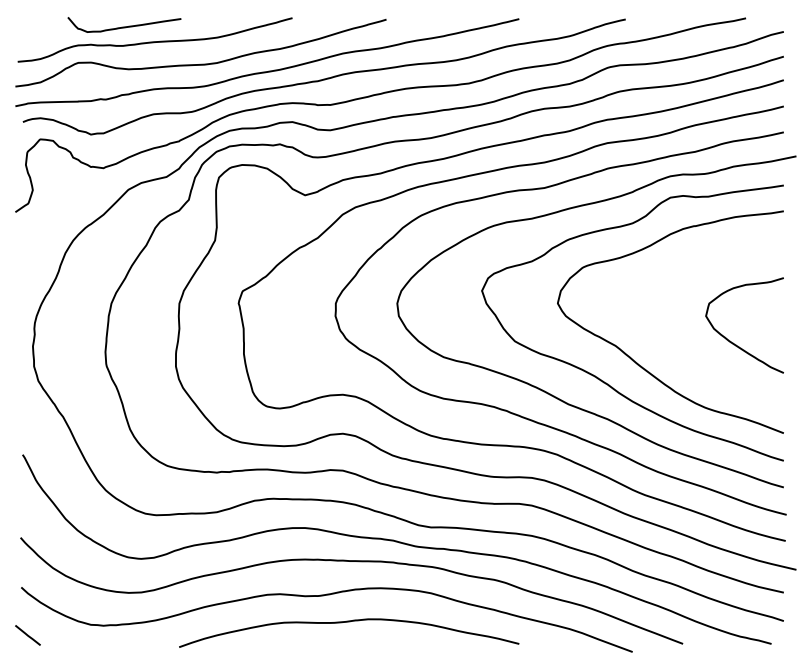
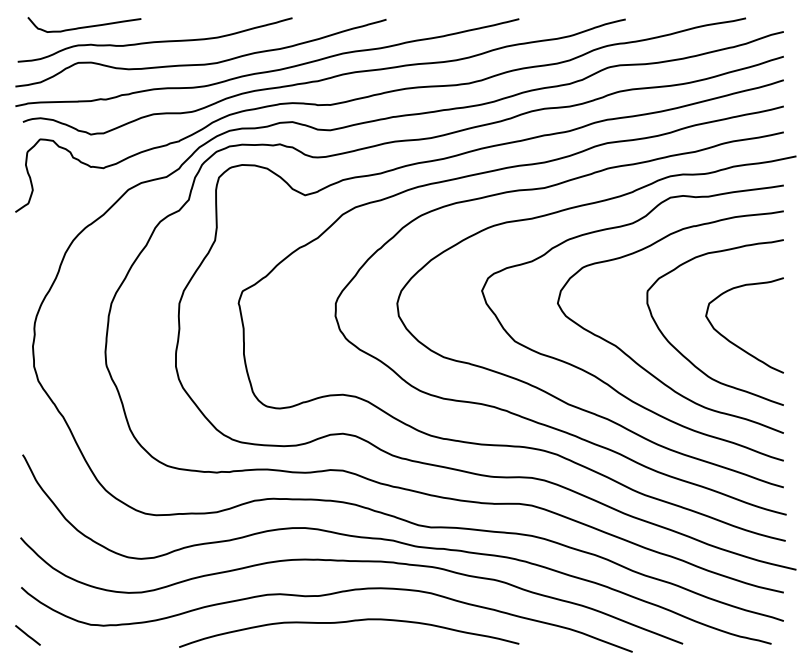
curve at (124, 26) position: (124, 26) -> (84, 26)
curve at (682, 353): none -> present
